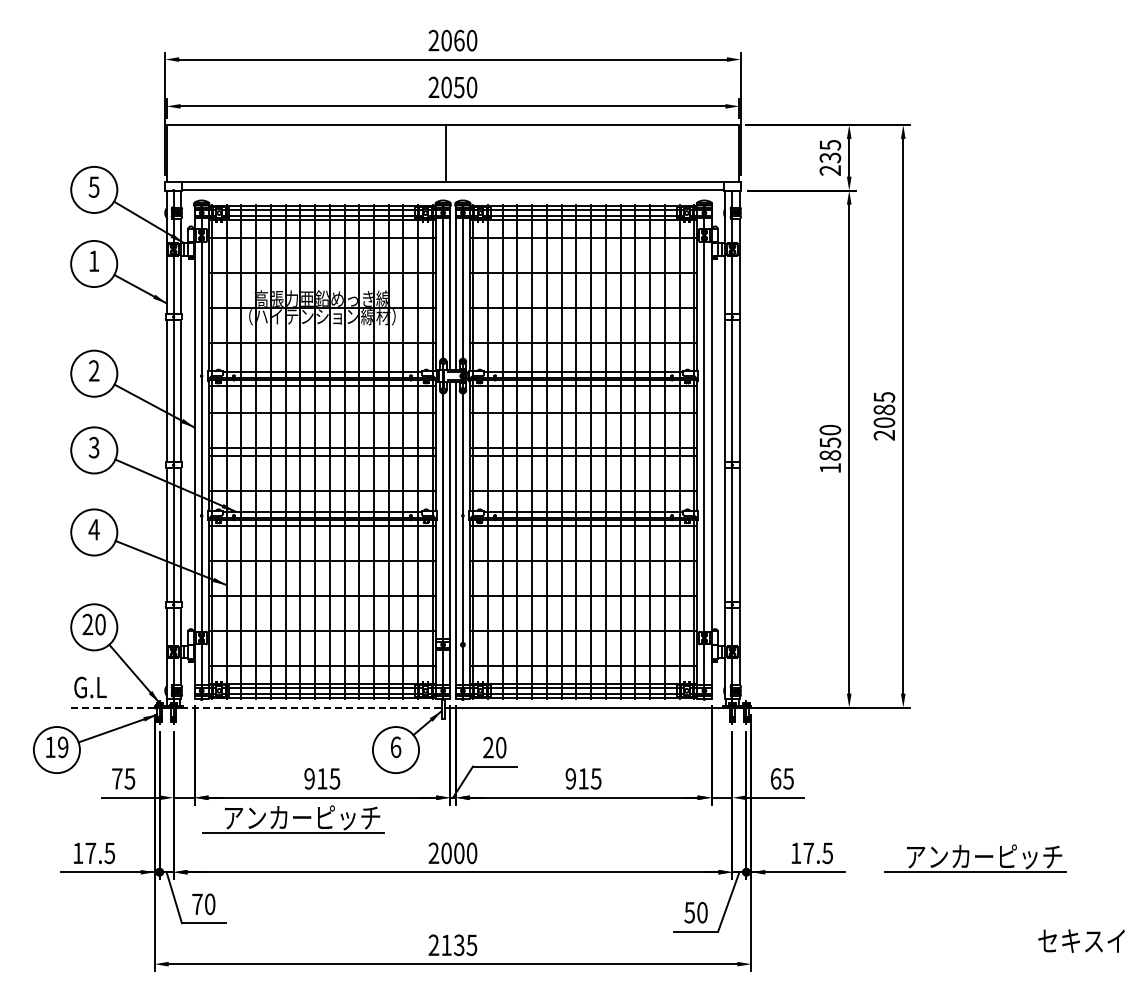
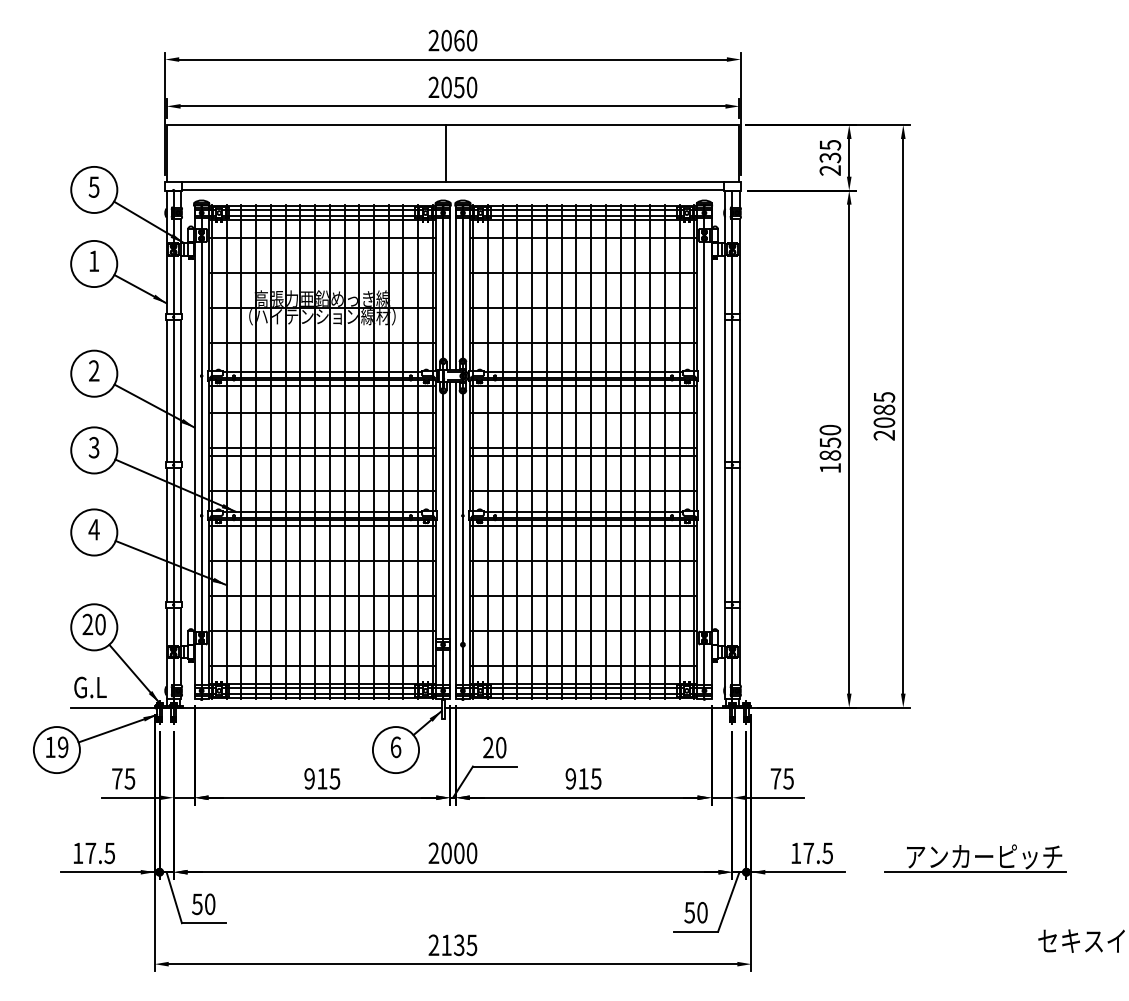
line at (256, 707): dashed -> solid
text at (775, 778): 65 -> 75
part at (293, 819): present -> none
text at (197, 904): 70 -> 50
